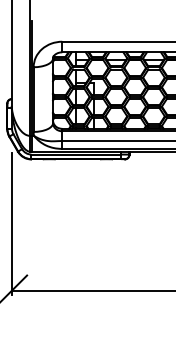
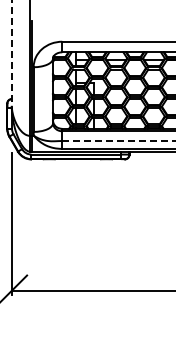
line at (11, 53): solid -> dashed
line at (118, 141): solid -> dashed
